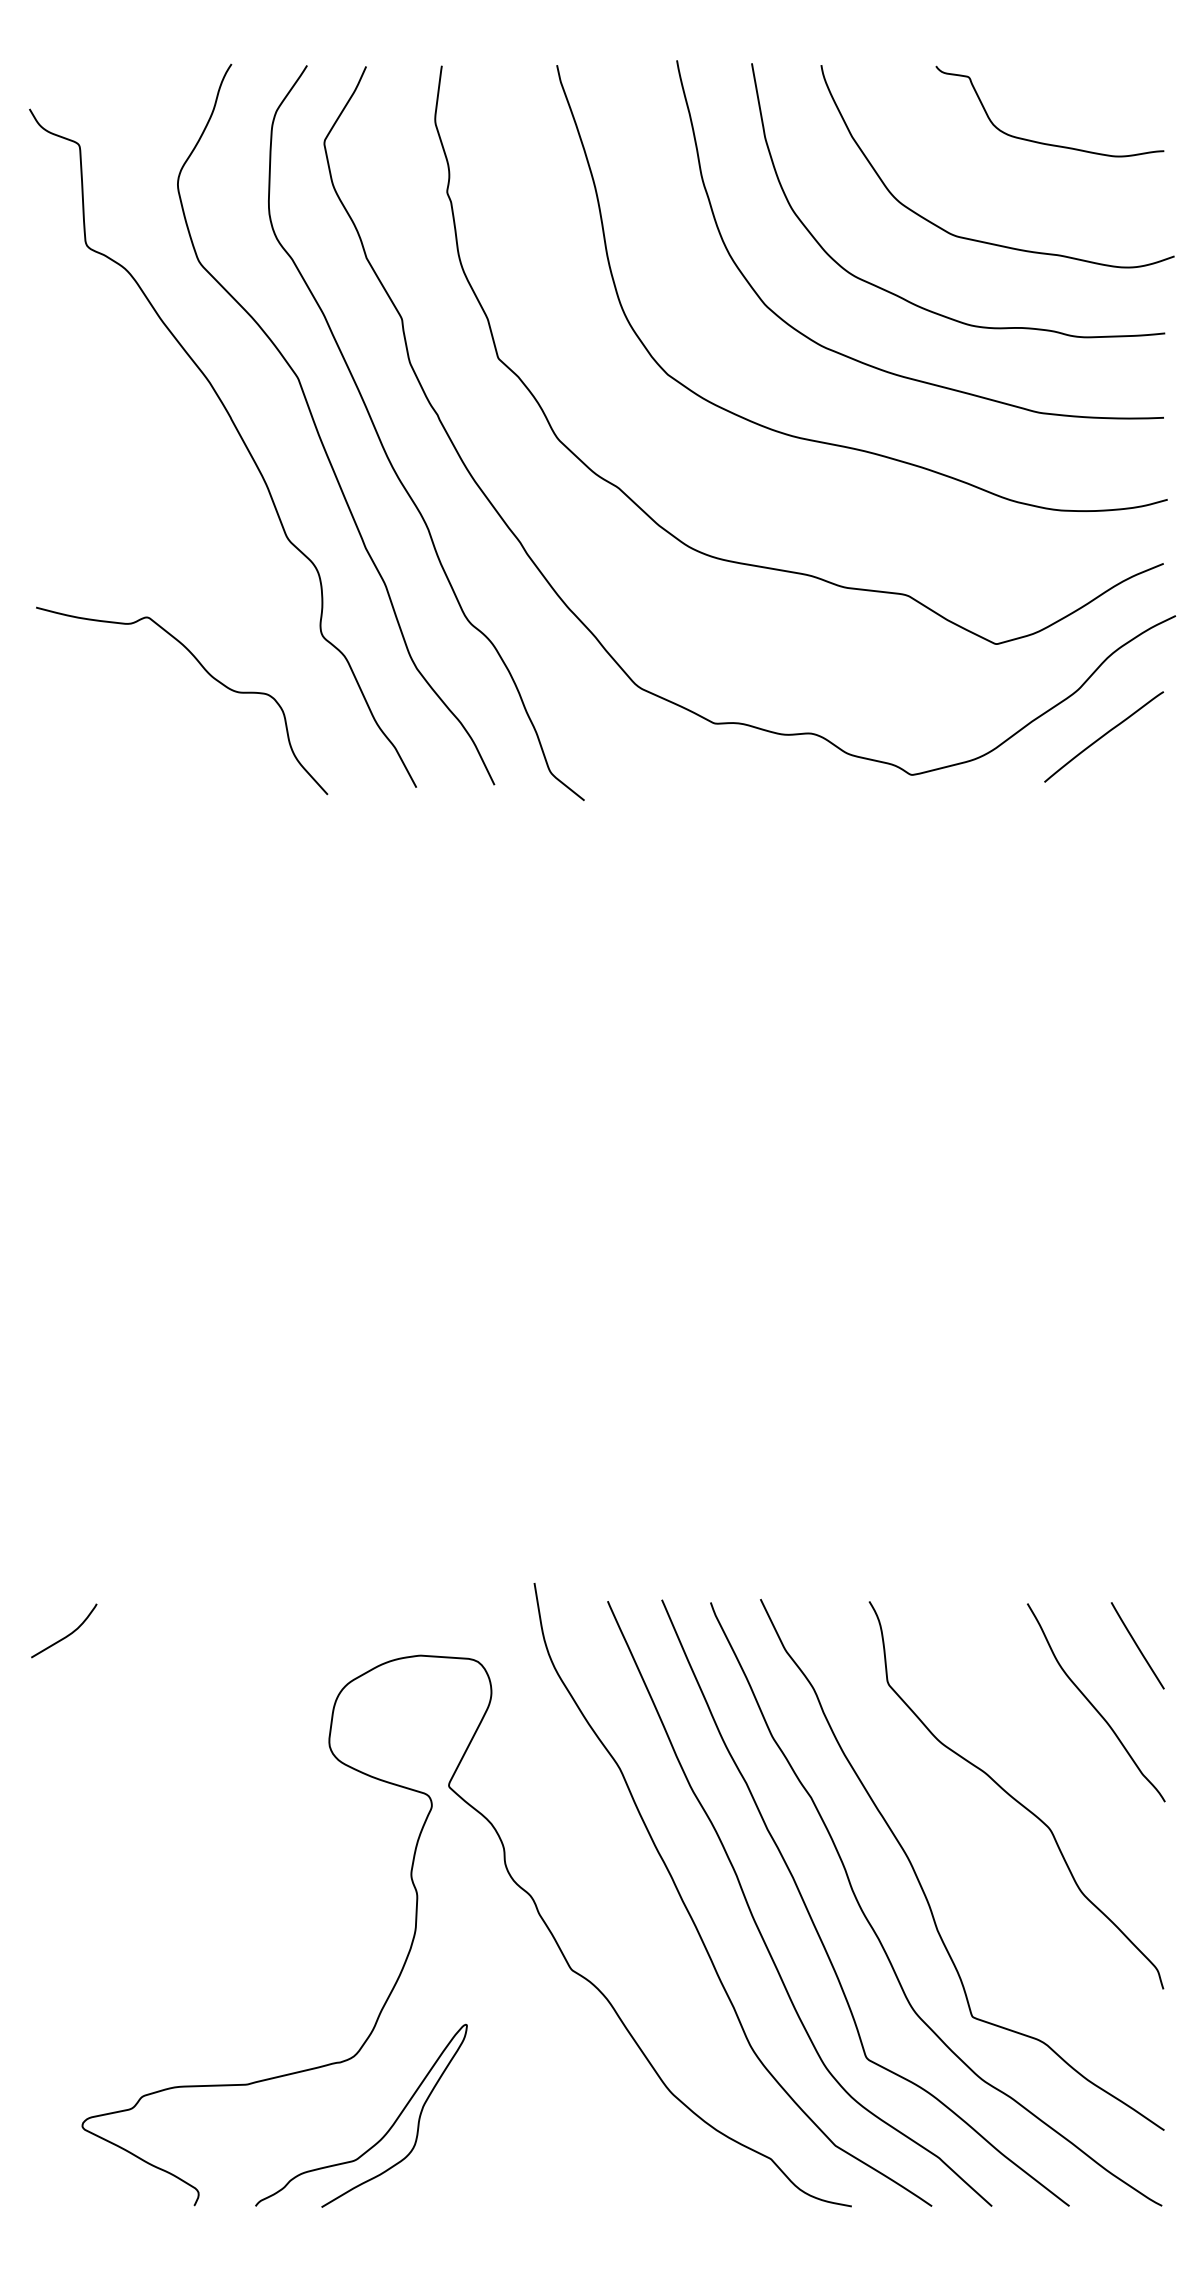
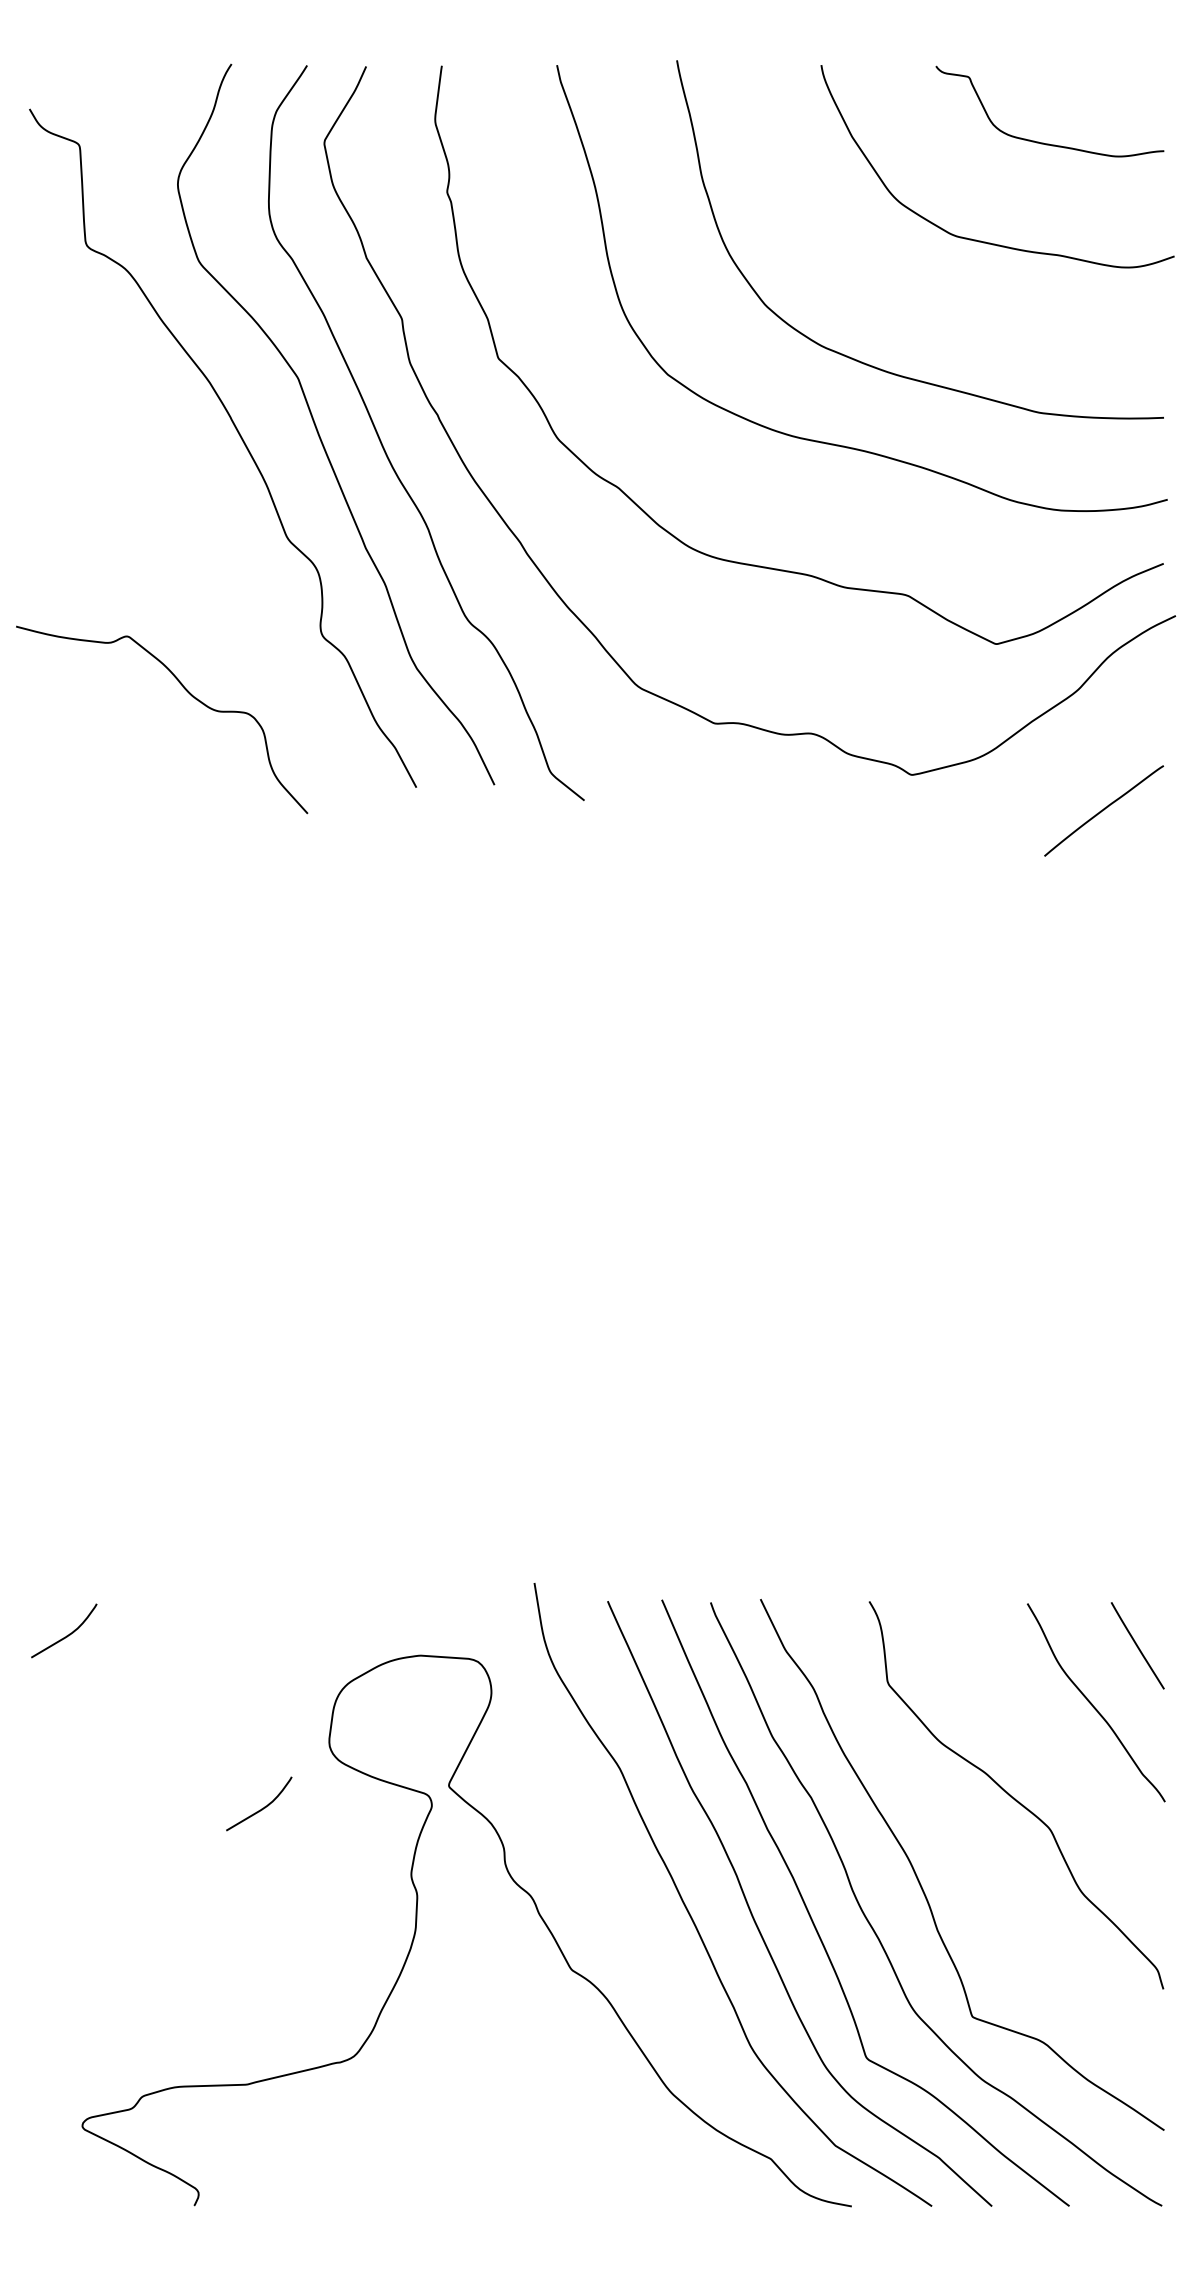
curve at (903, 297): present -> none
curve at (208, 674) position: (208, 674) -> (188, 693)
curve at (1103, 736) position: (1103, 736) -> (1103, 810)
curve at (261, 1808): none -> present
curve at (382, 2136): present -> none
